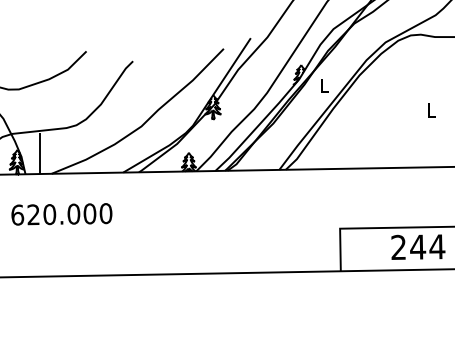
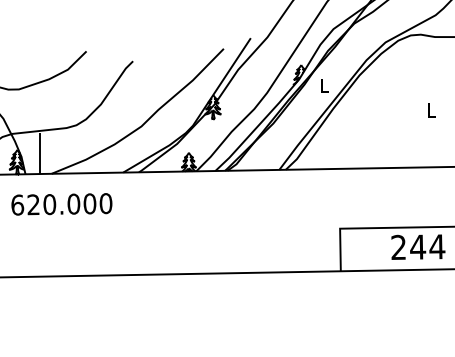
text at (61, 214) position: (61, 214) -> (61, 204)
